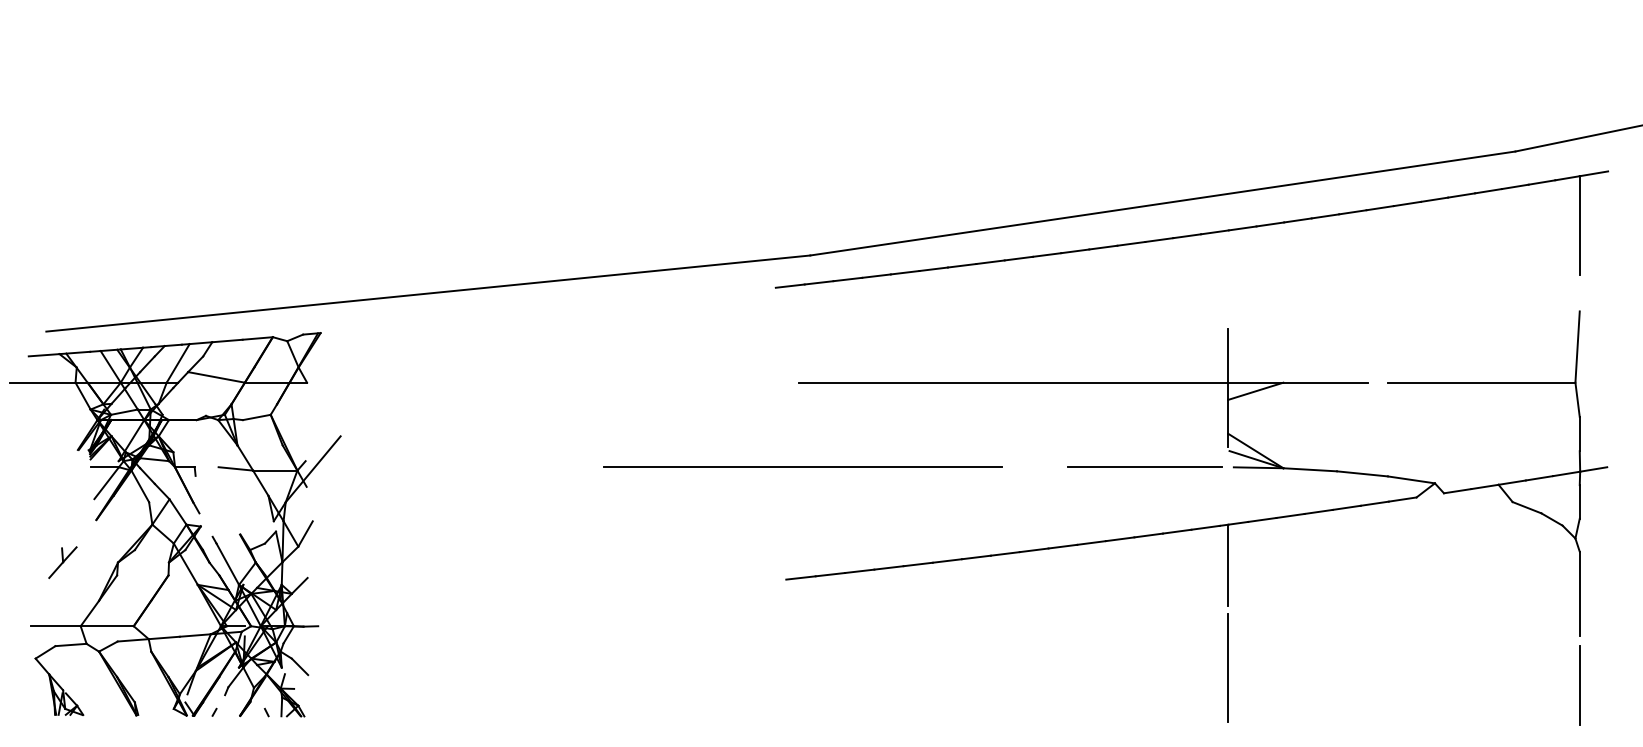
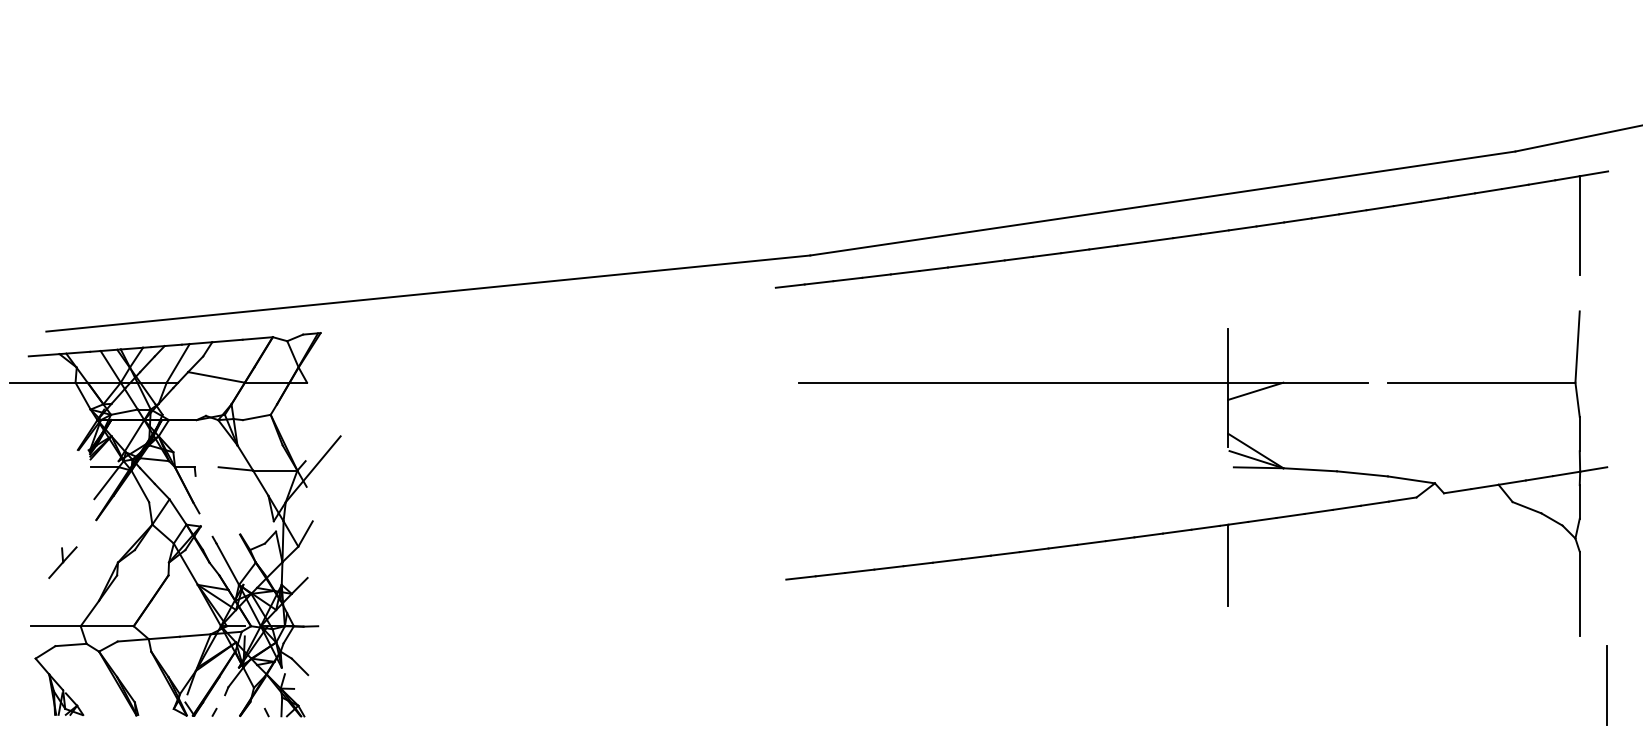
line at (1144, 466): present -> none
line at (802, 467): present -> none
line at (1228, 667): present -> none
line at (1579, 685) position: (1579, 685) -> (1606, 685)
